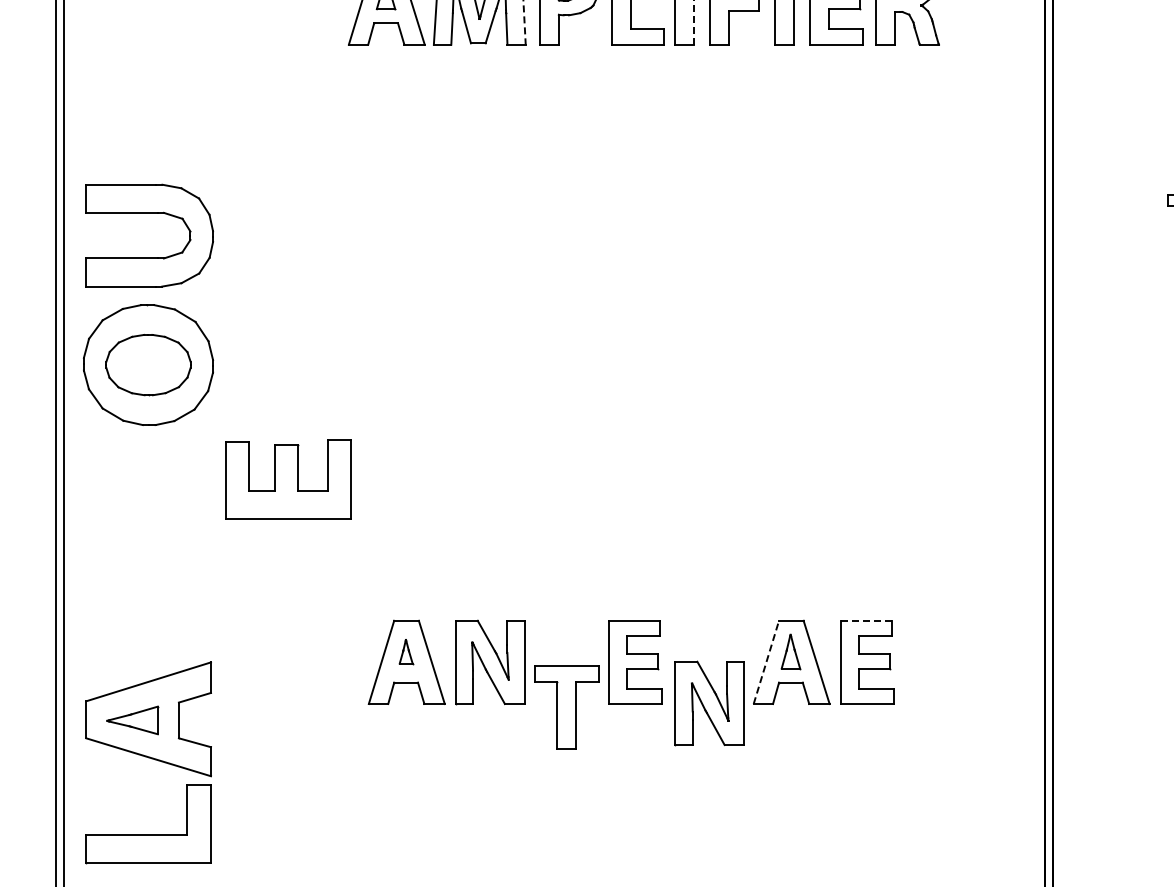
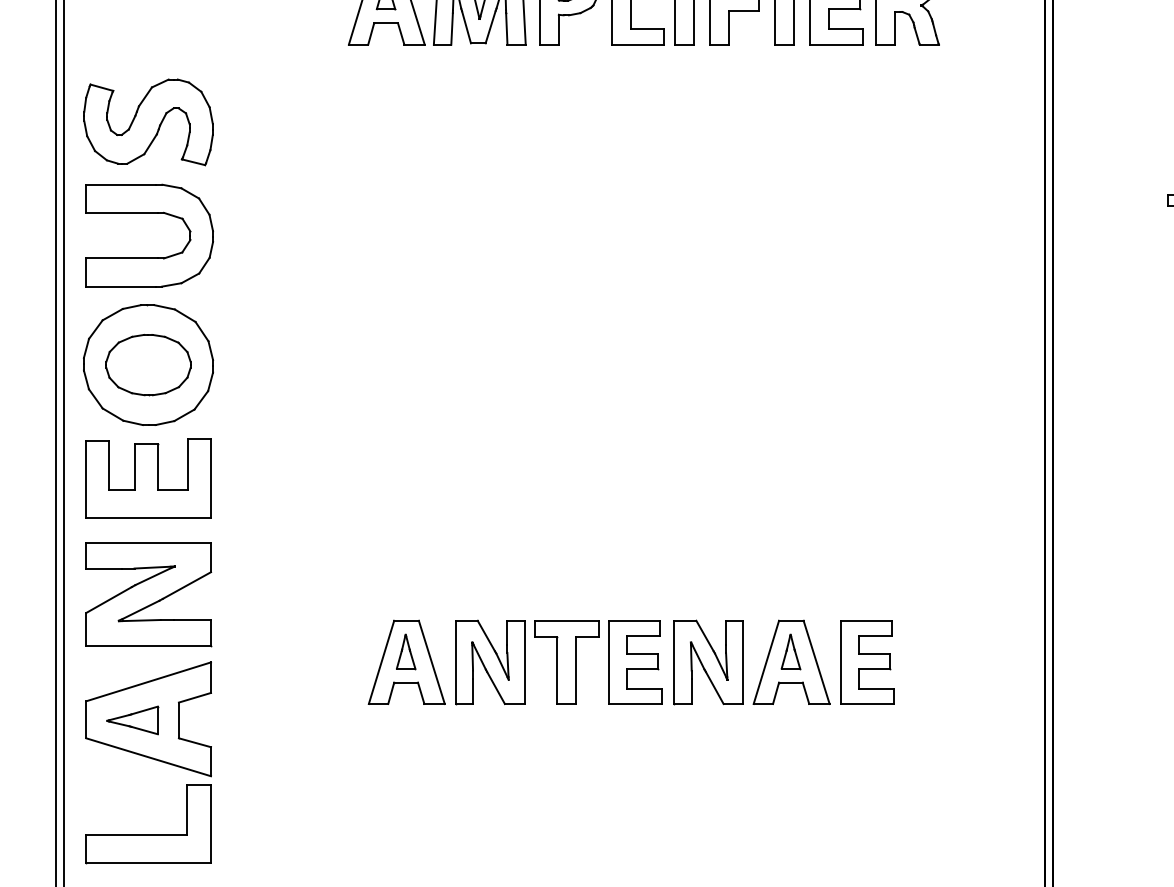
line at (524, 22): dashed -> solid
line at (693, 22): dashed -> solid
part at (148, 122): none -> present
part at (288, 479) position: (288, 479) -> (148, 478)
part at (148, 594): none -> present
line at (866, 620): dashed -> solid
part at (406, 652) size: 17x27 px -> 21x38 px
line at (766, 662): dashed -> solid
part at (709, 703) position: (709, 703) -> (708, 662)
part at (566, 707) position: (566, 707) -> (566, 662)
